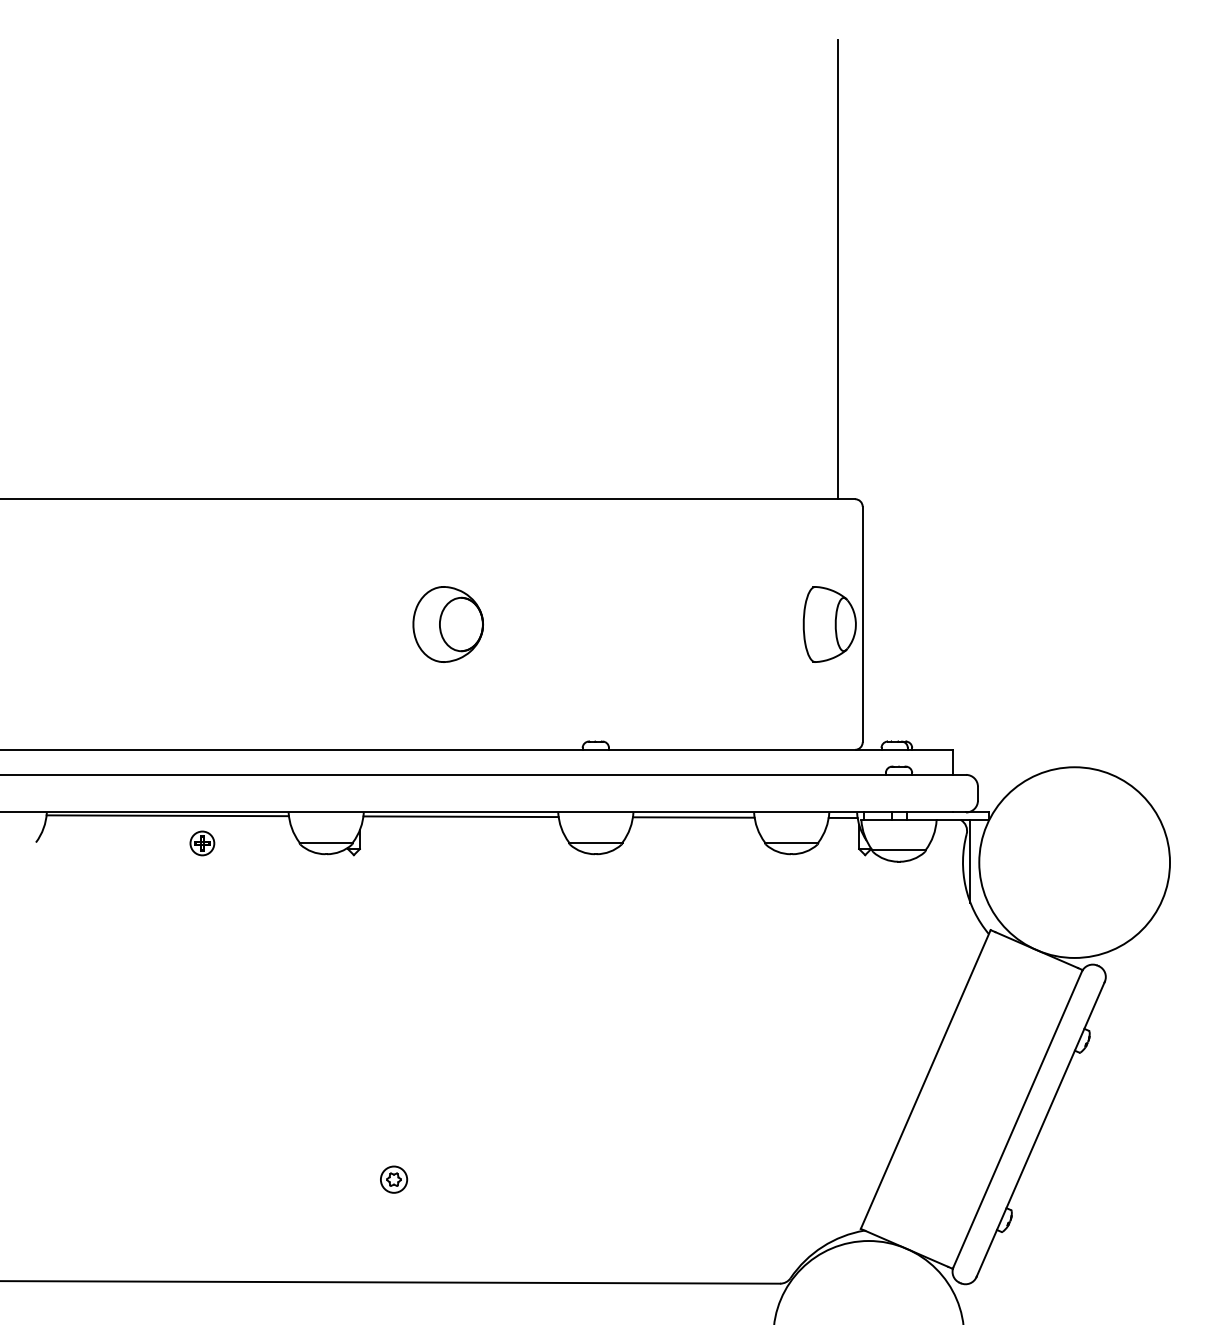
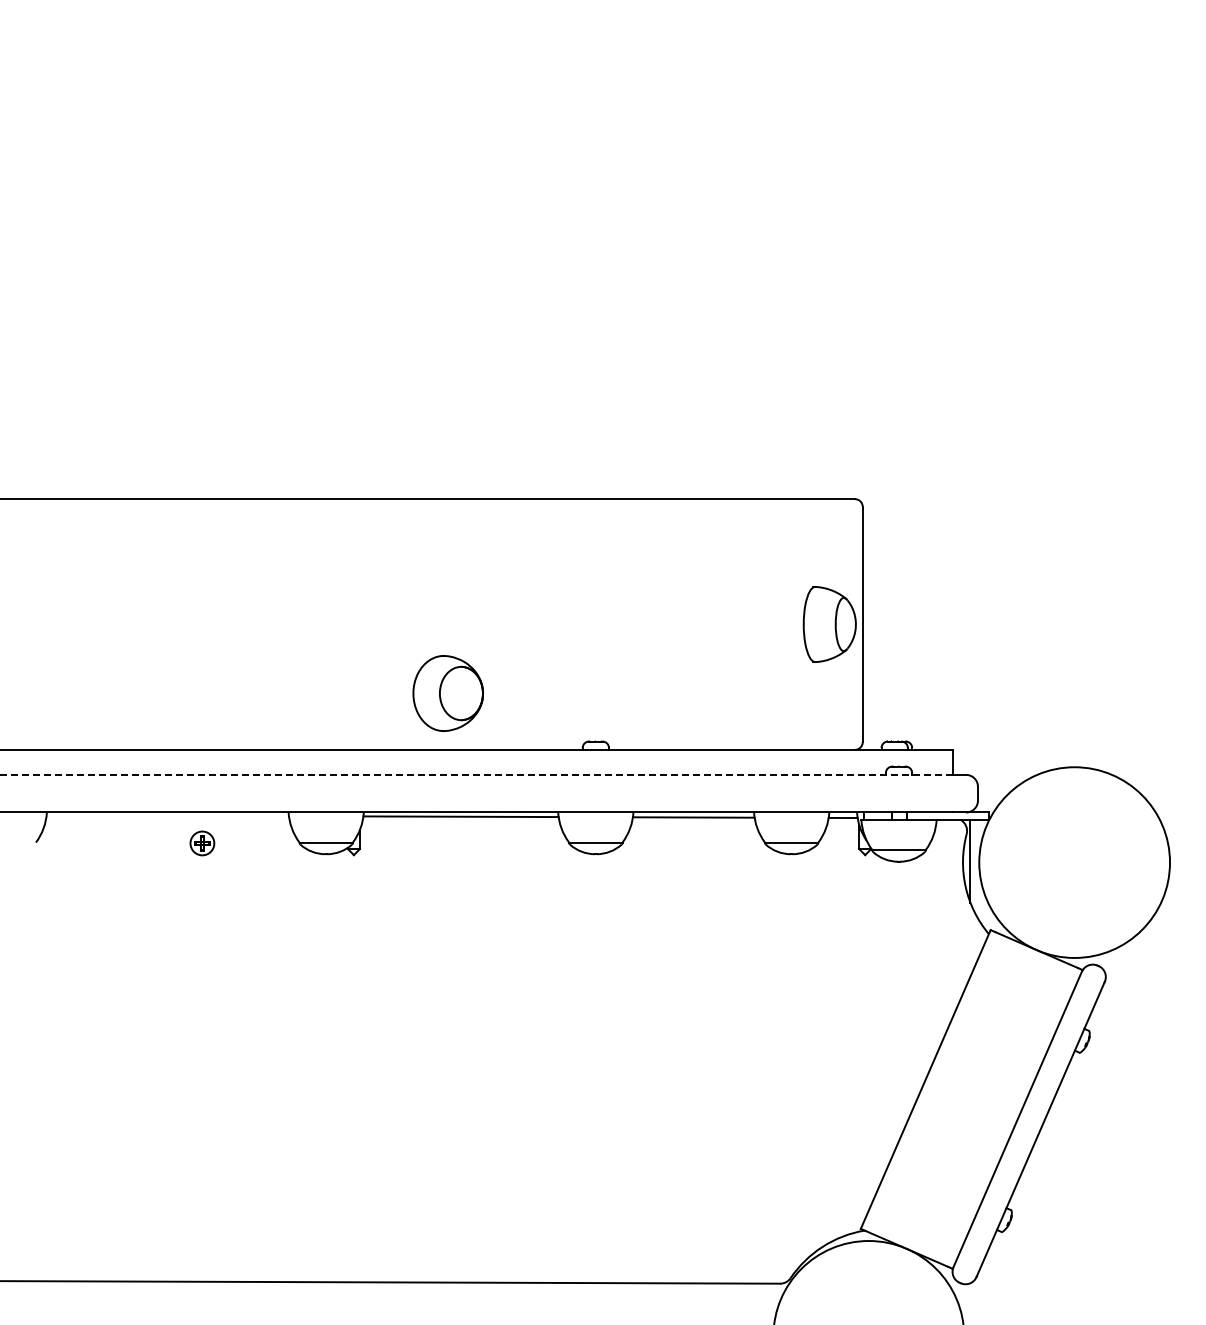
line at (837, 269): present -> none
part at (447, 624) position: (447, 624) -> (447, 693)
line at (476, 774): solid -> dashed
line at (167, 815): present -> none
part at (394, 1179): present -> none
